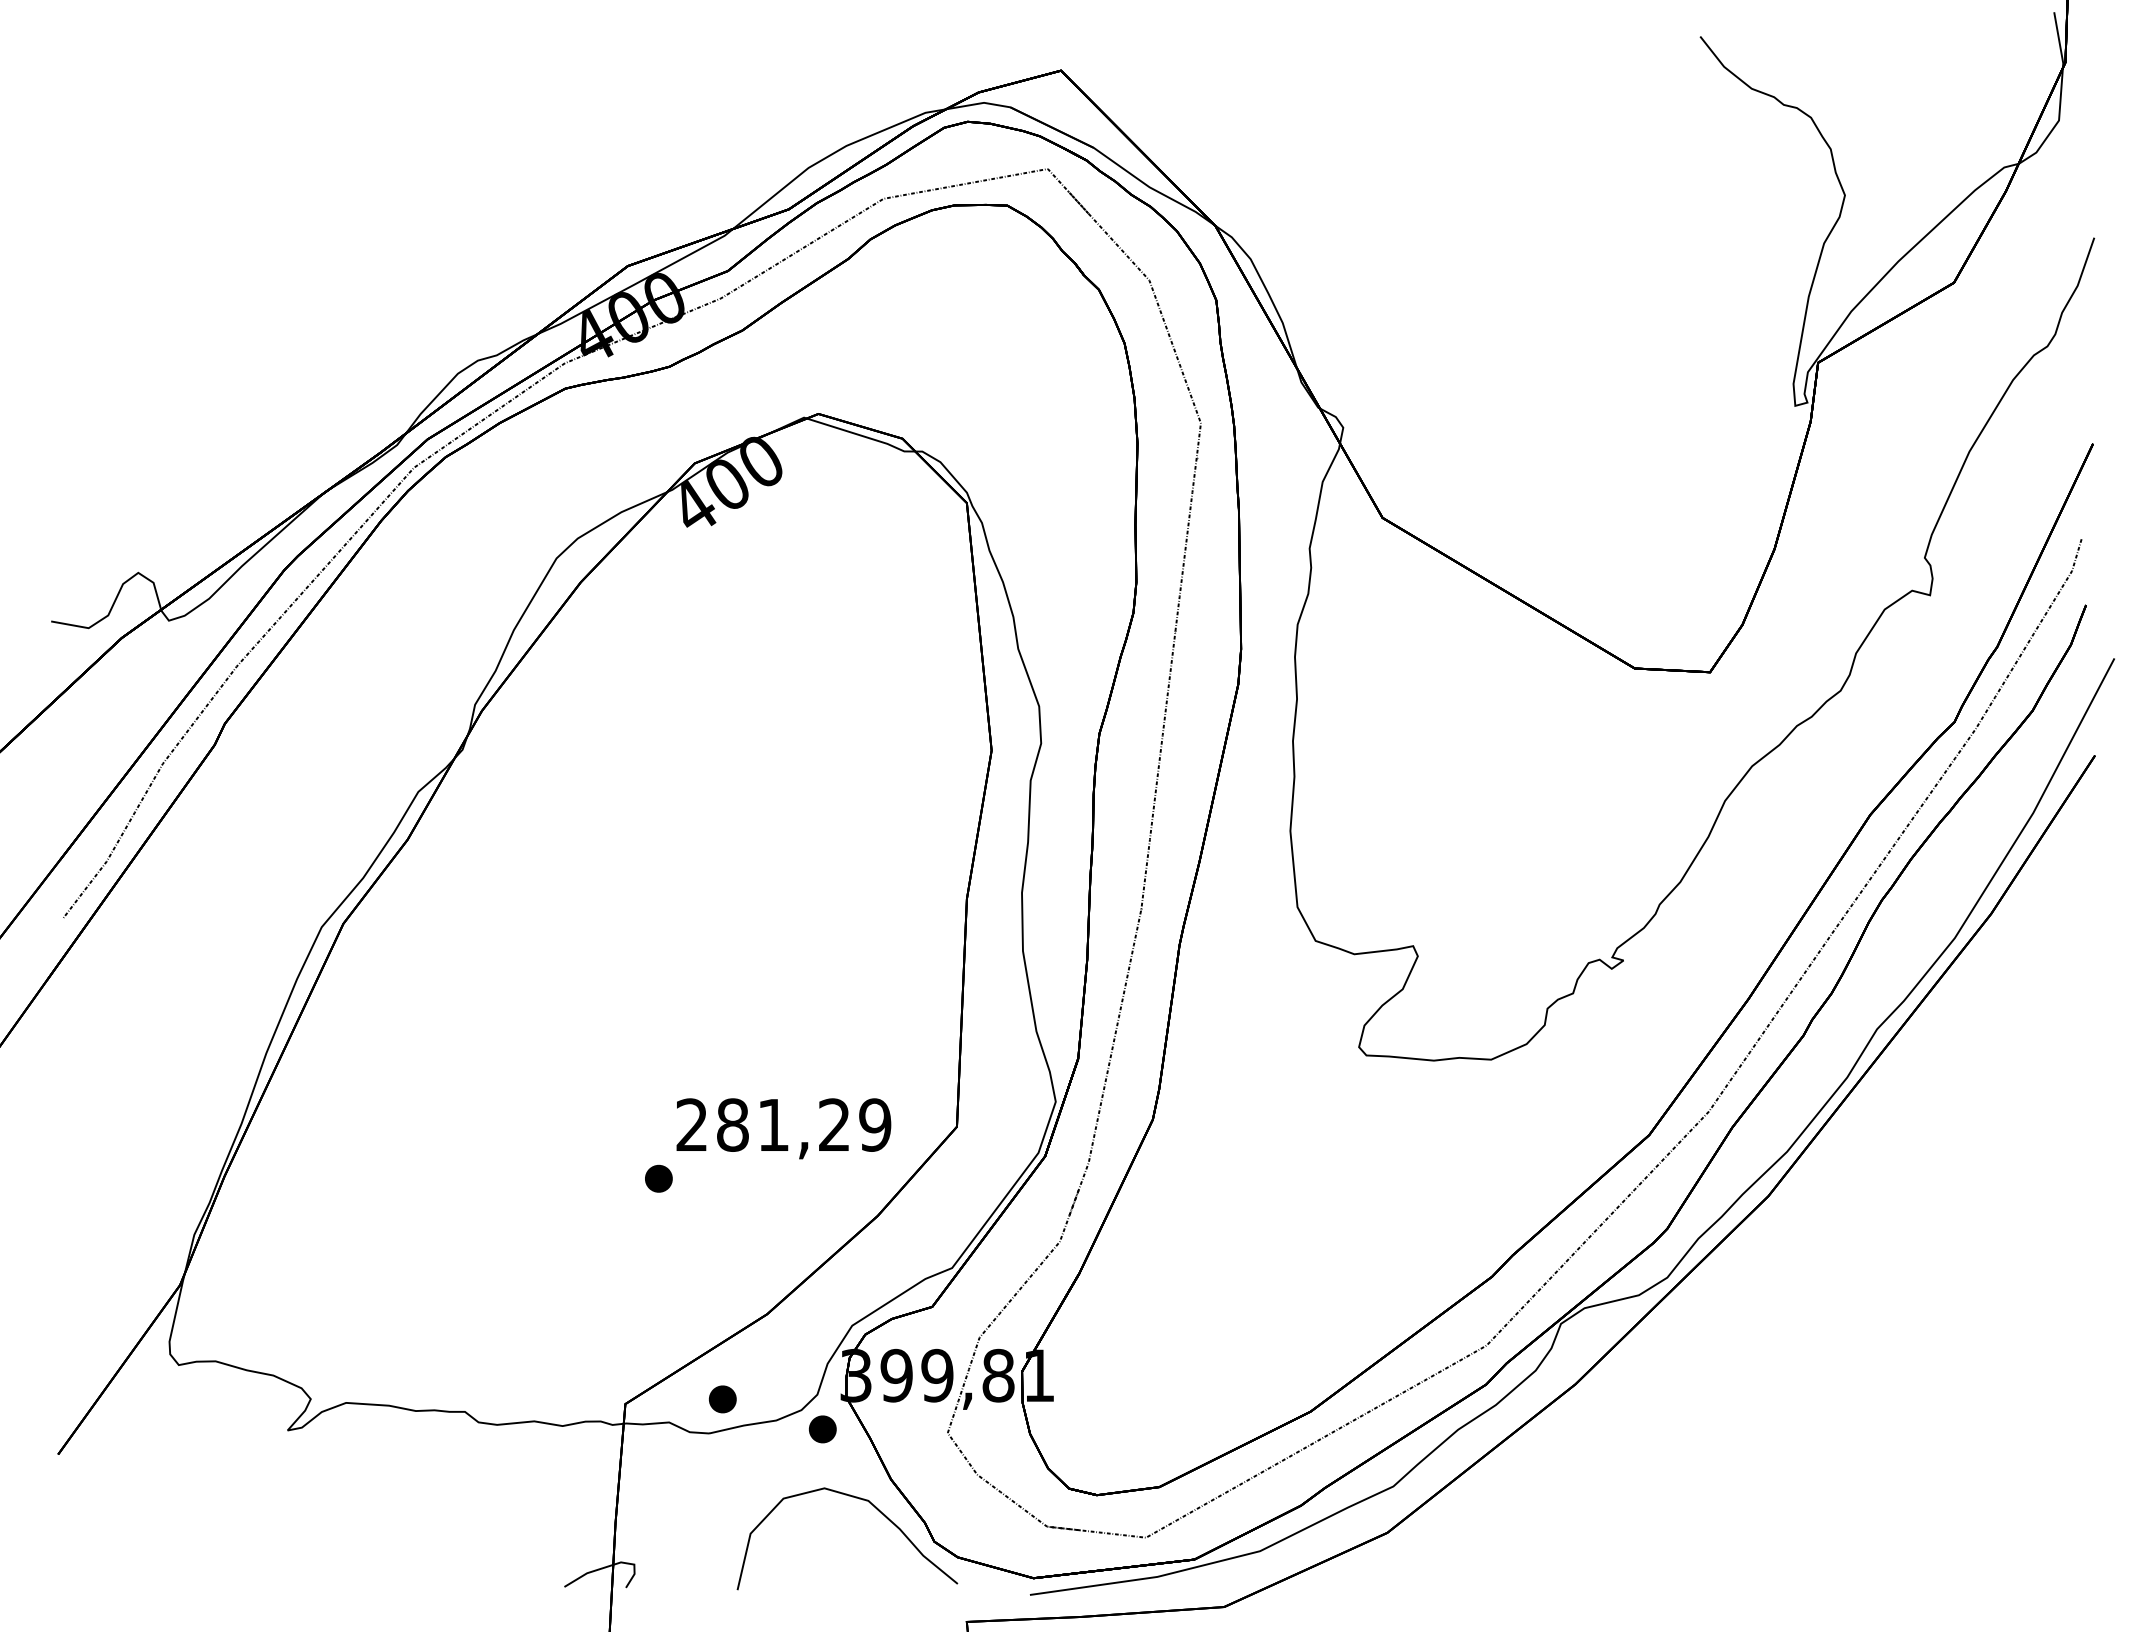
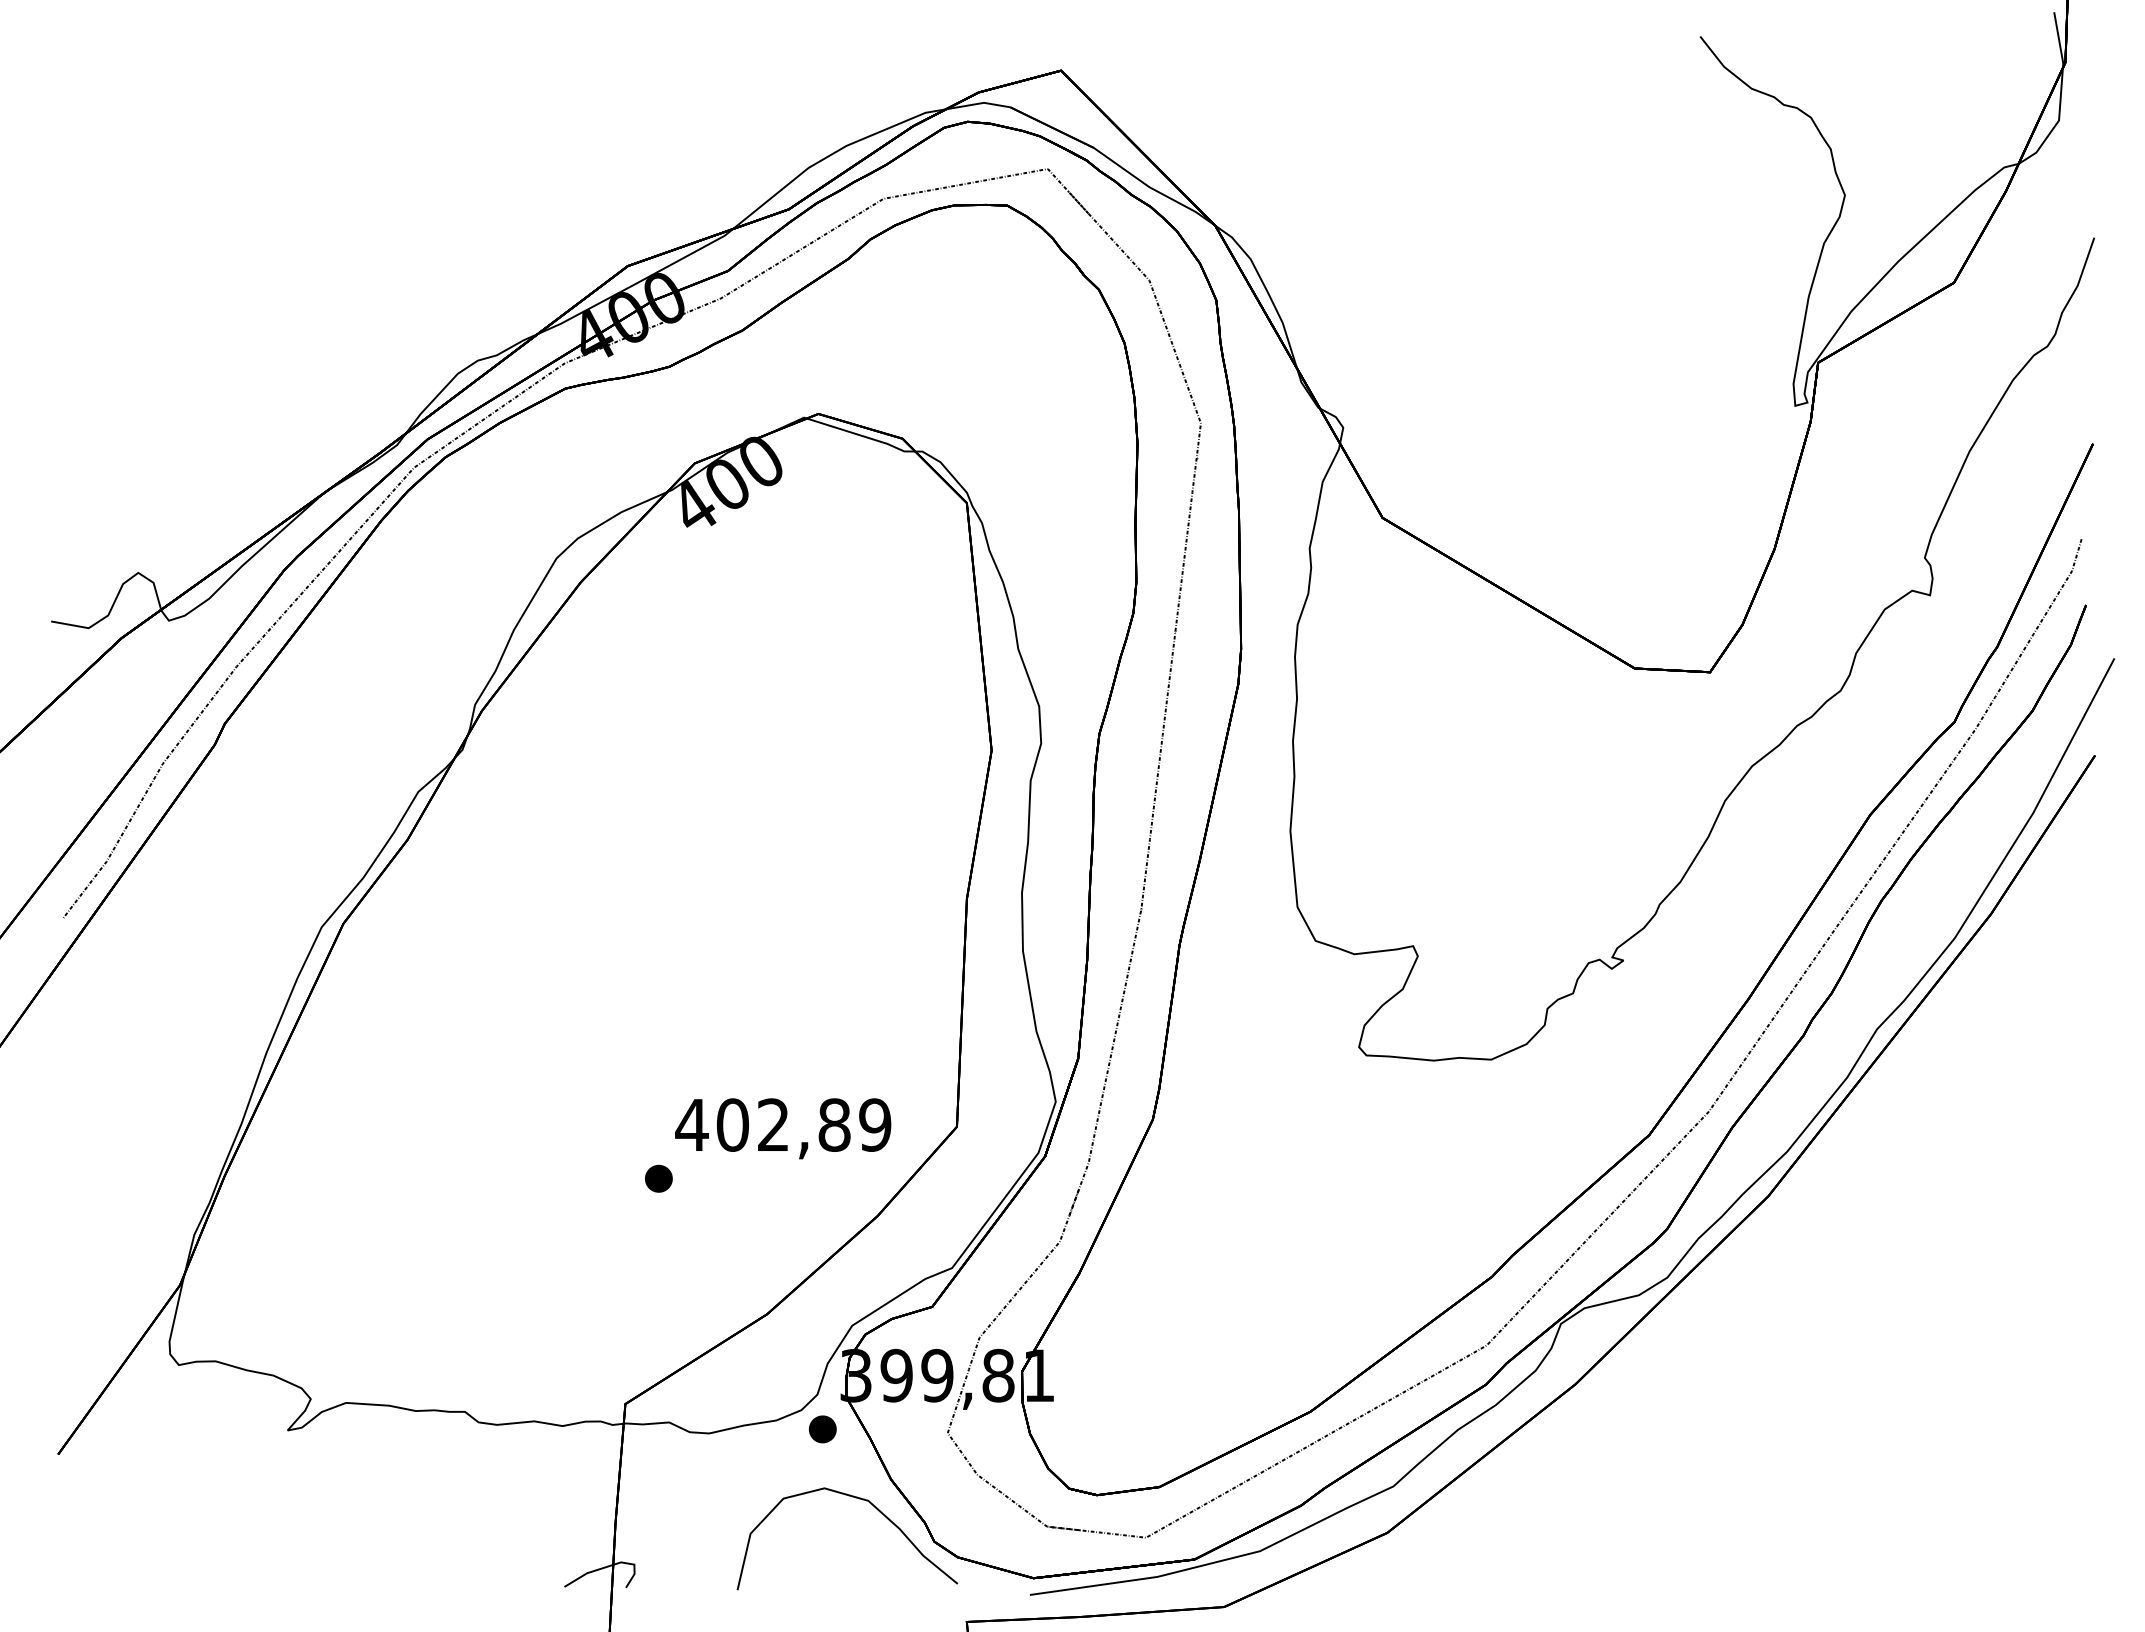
text at (762, 1124): 281,29 -> 402,89
part at (722, 1399): present -> none
